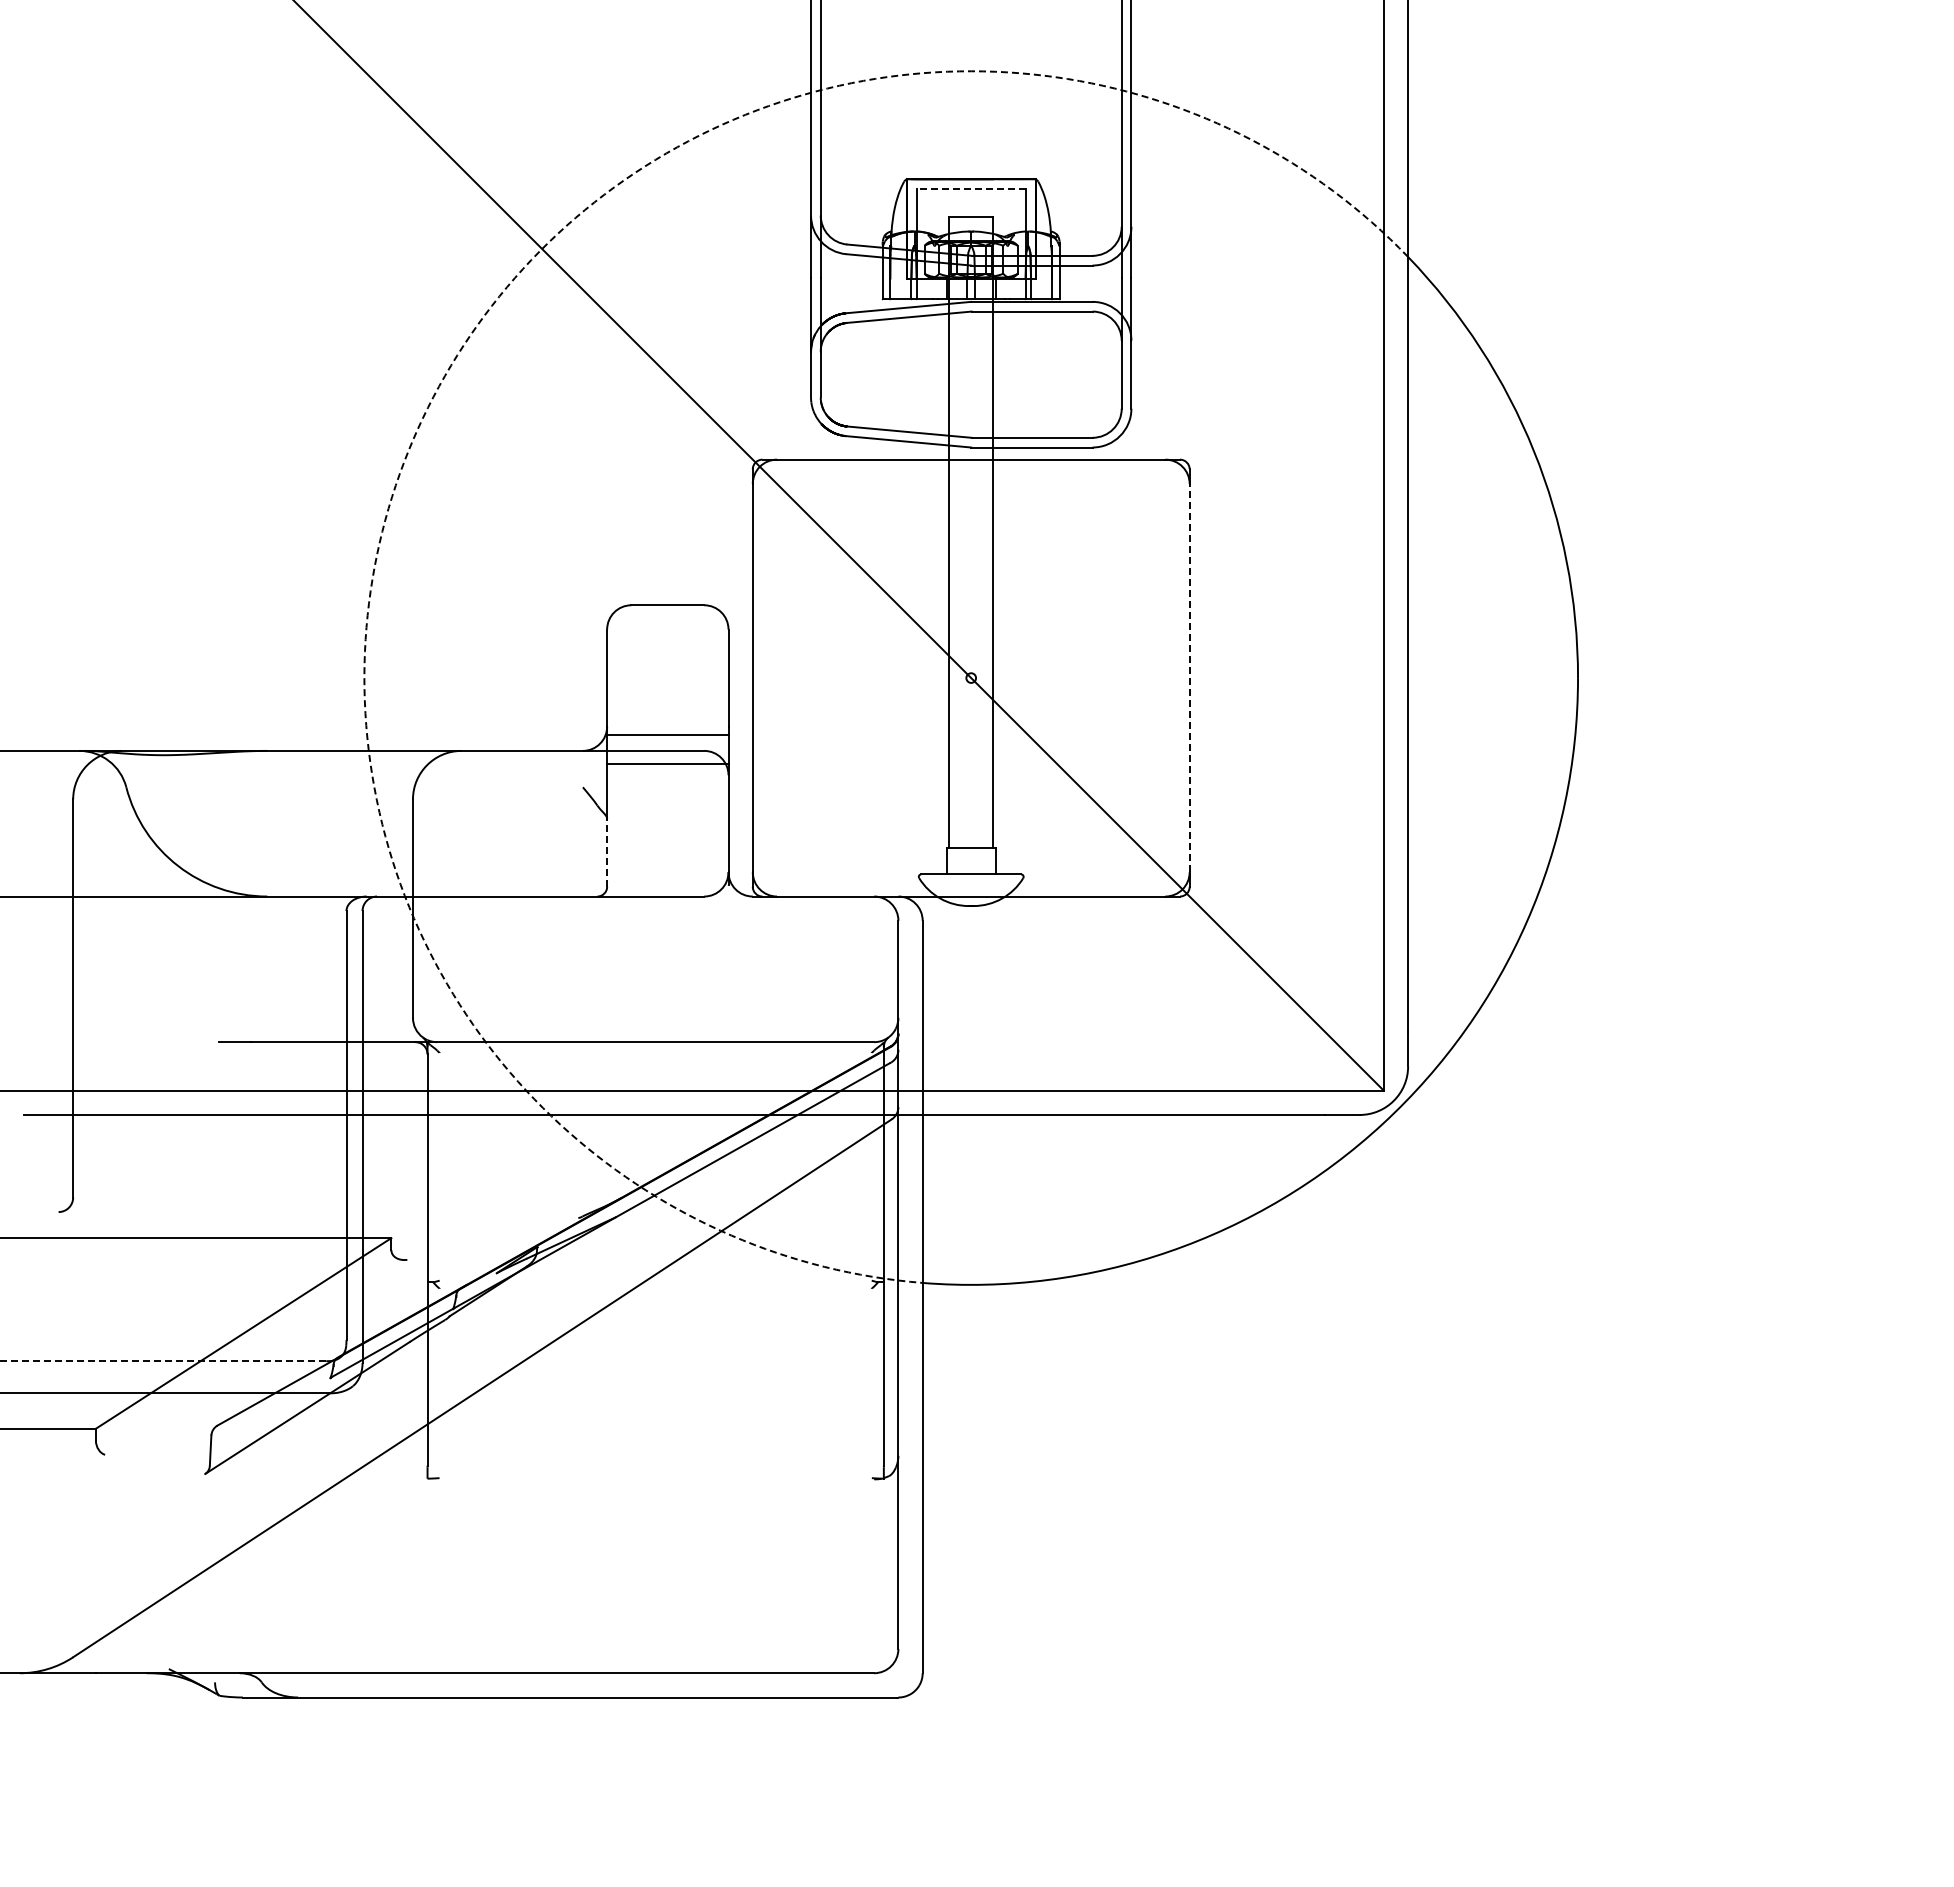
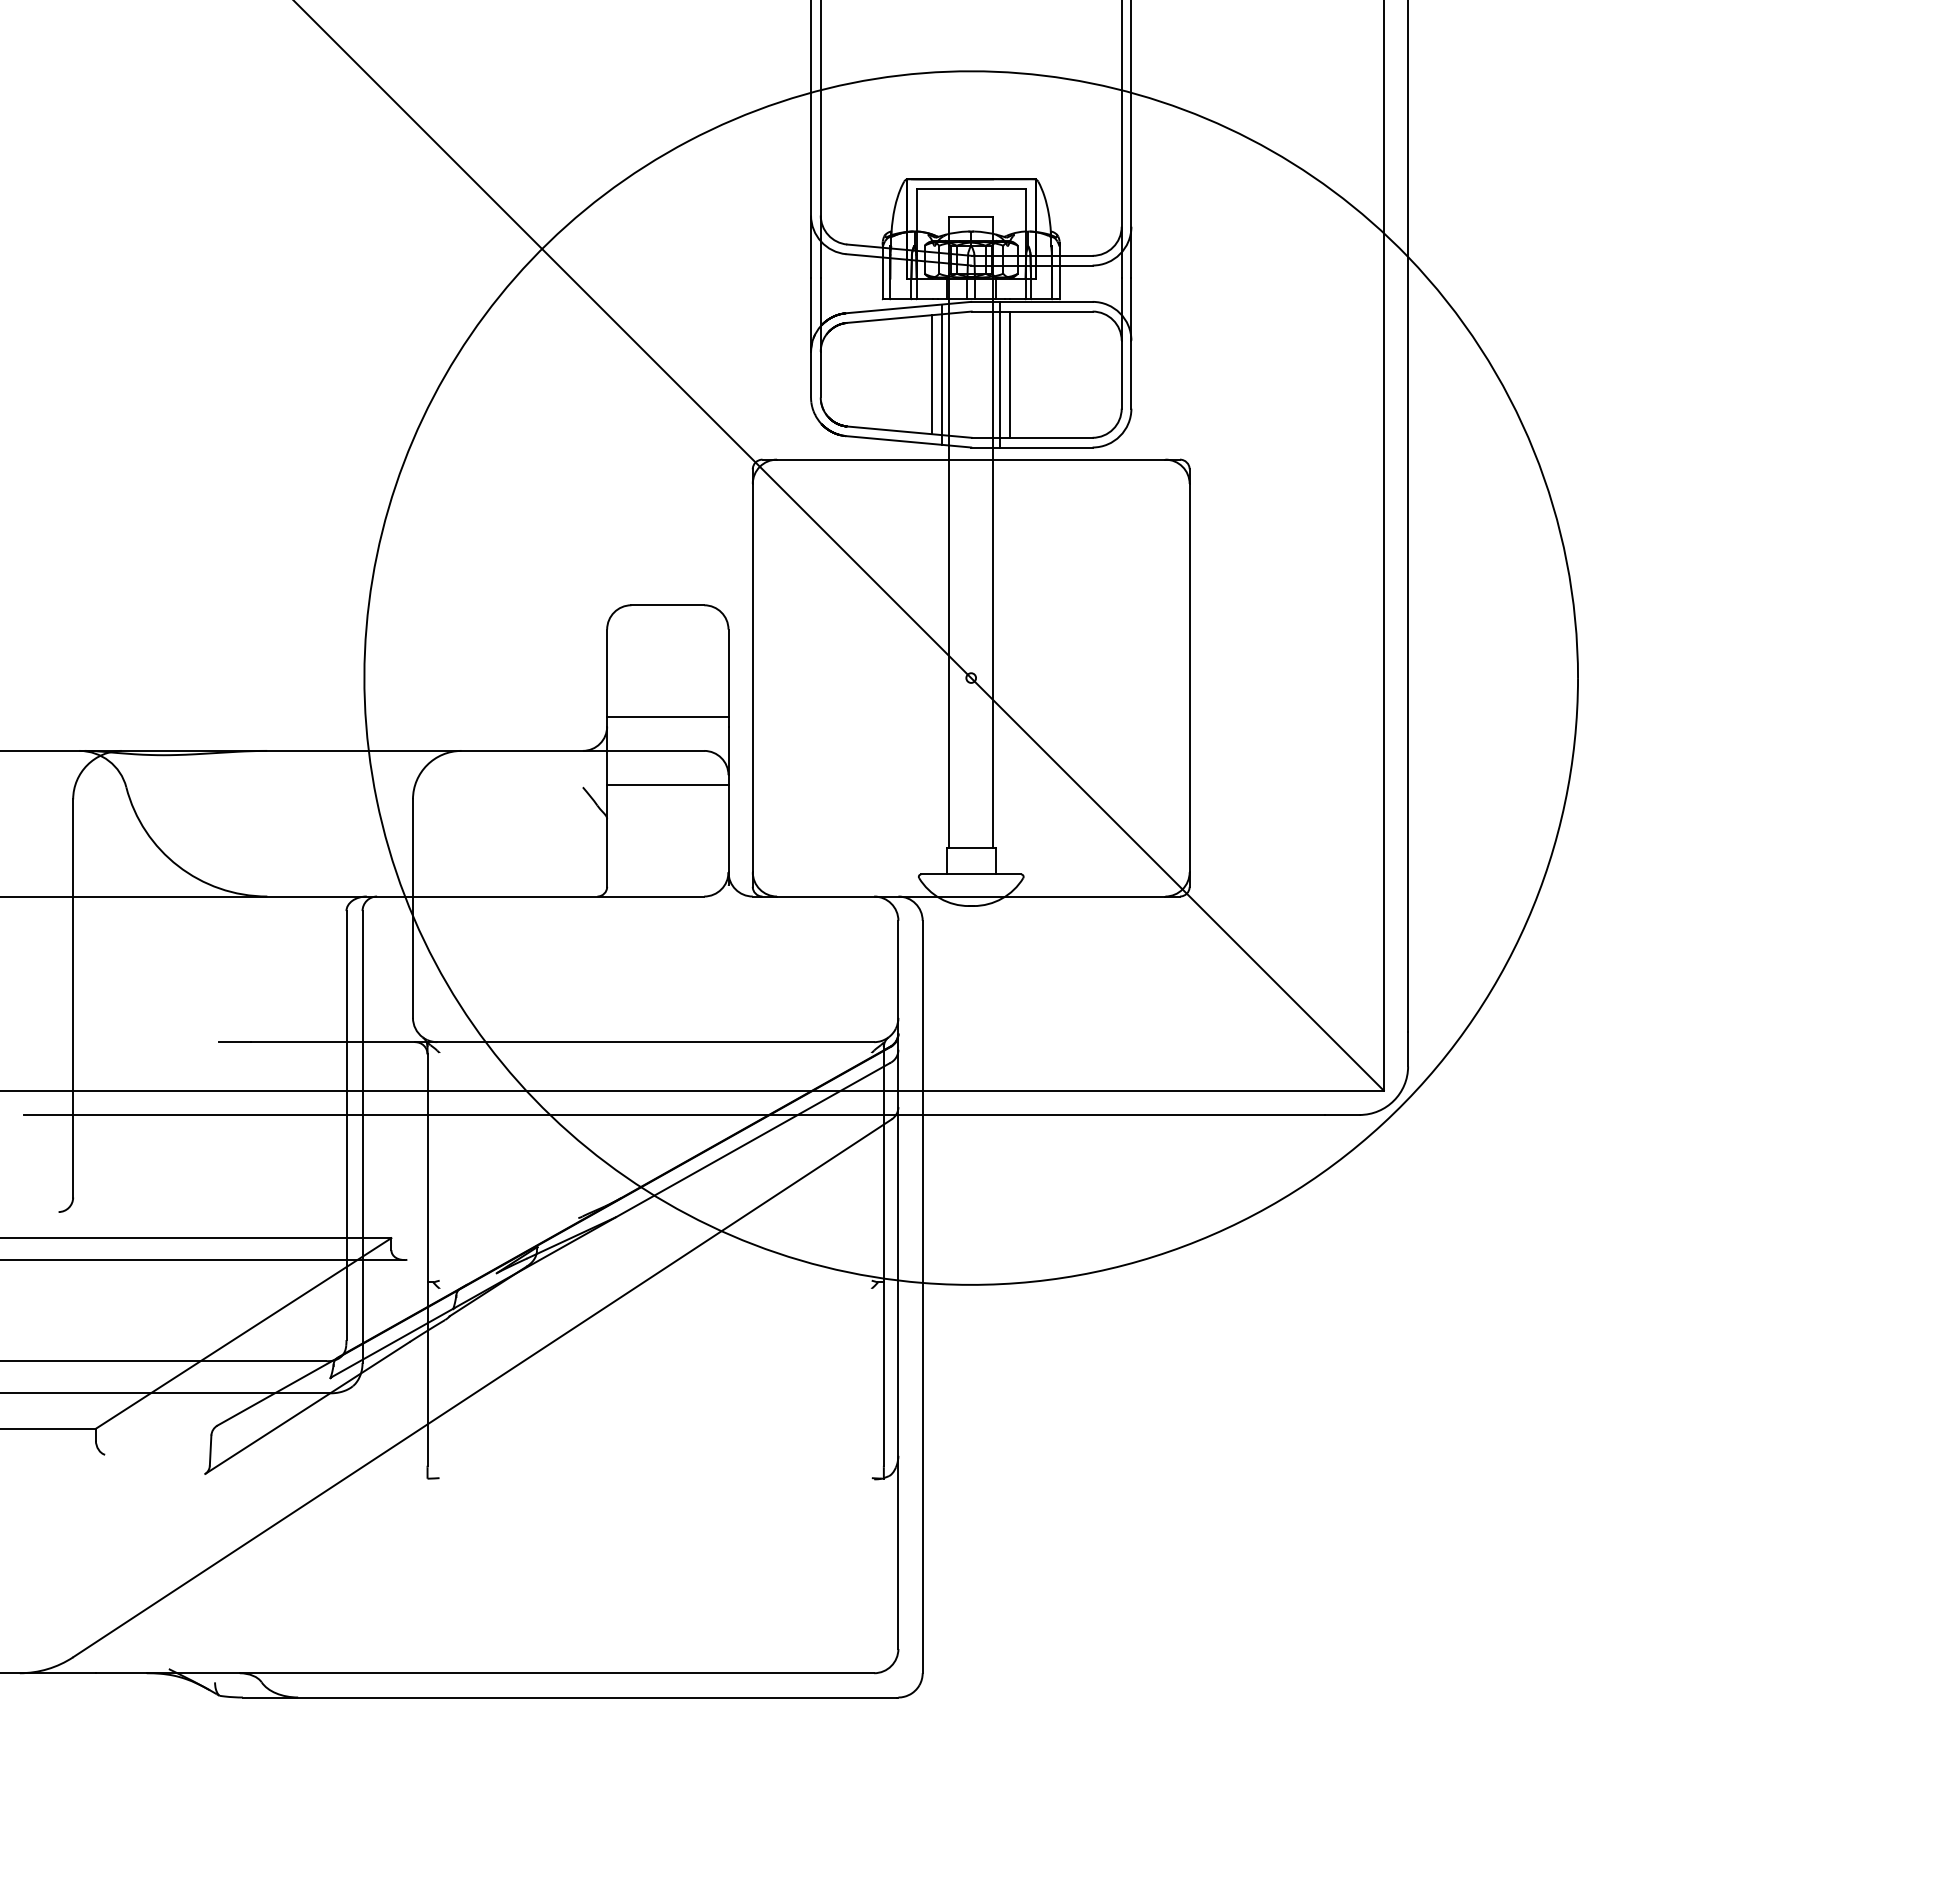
line at (971, 188): dashed -> solid
line at (932, 374): none -> present
line at (942, 374): none -> present
line at (1000, 374): none -> present
line at (1010, 374): none -> present
arc at (422, 418): dashed -> solid
line at (1189, 677): dashed -> solid
line at (667, 734) position: (667, 734) -> (667, 716)
line at (667, 763) position: (667, 763) -> (667, 784)
line at (607, 852): dashed -> solid
line at (203, 1260): none -> present
line at (163, 1361): dashed -> solid
